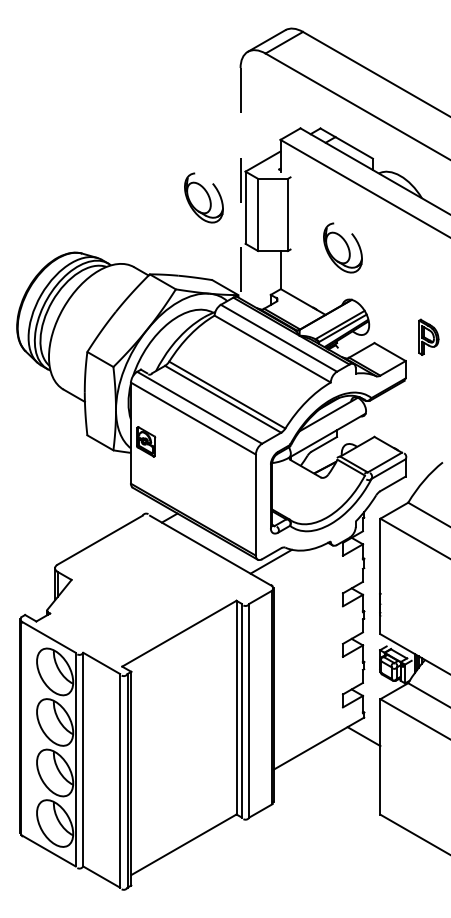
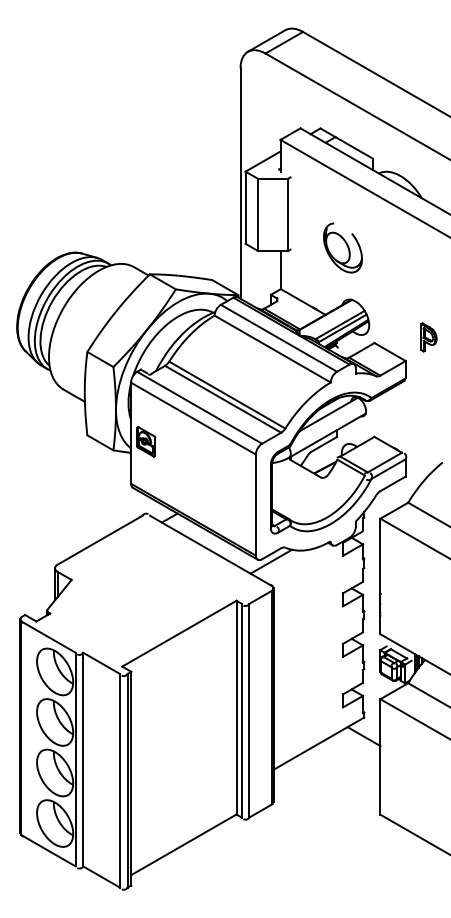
line at (240, 183): dashed -> solid
part at (203, 197): present -> none
part at (428, 336) size: 22x38 px -> 18x31 px
